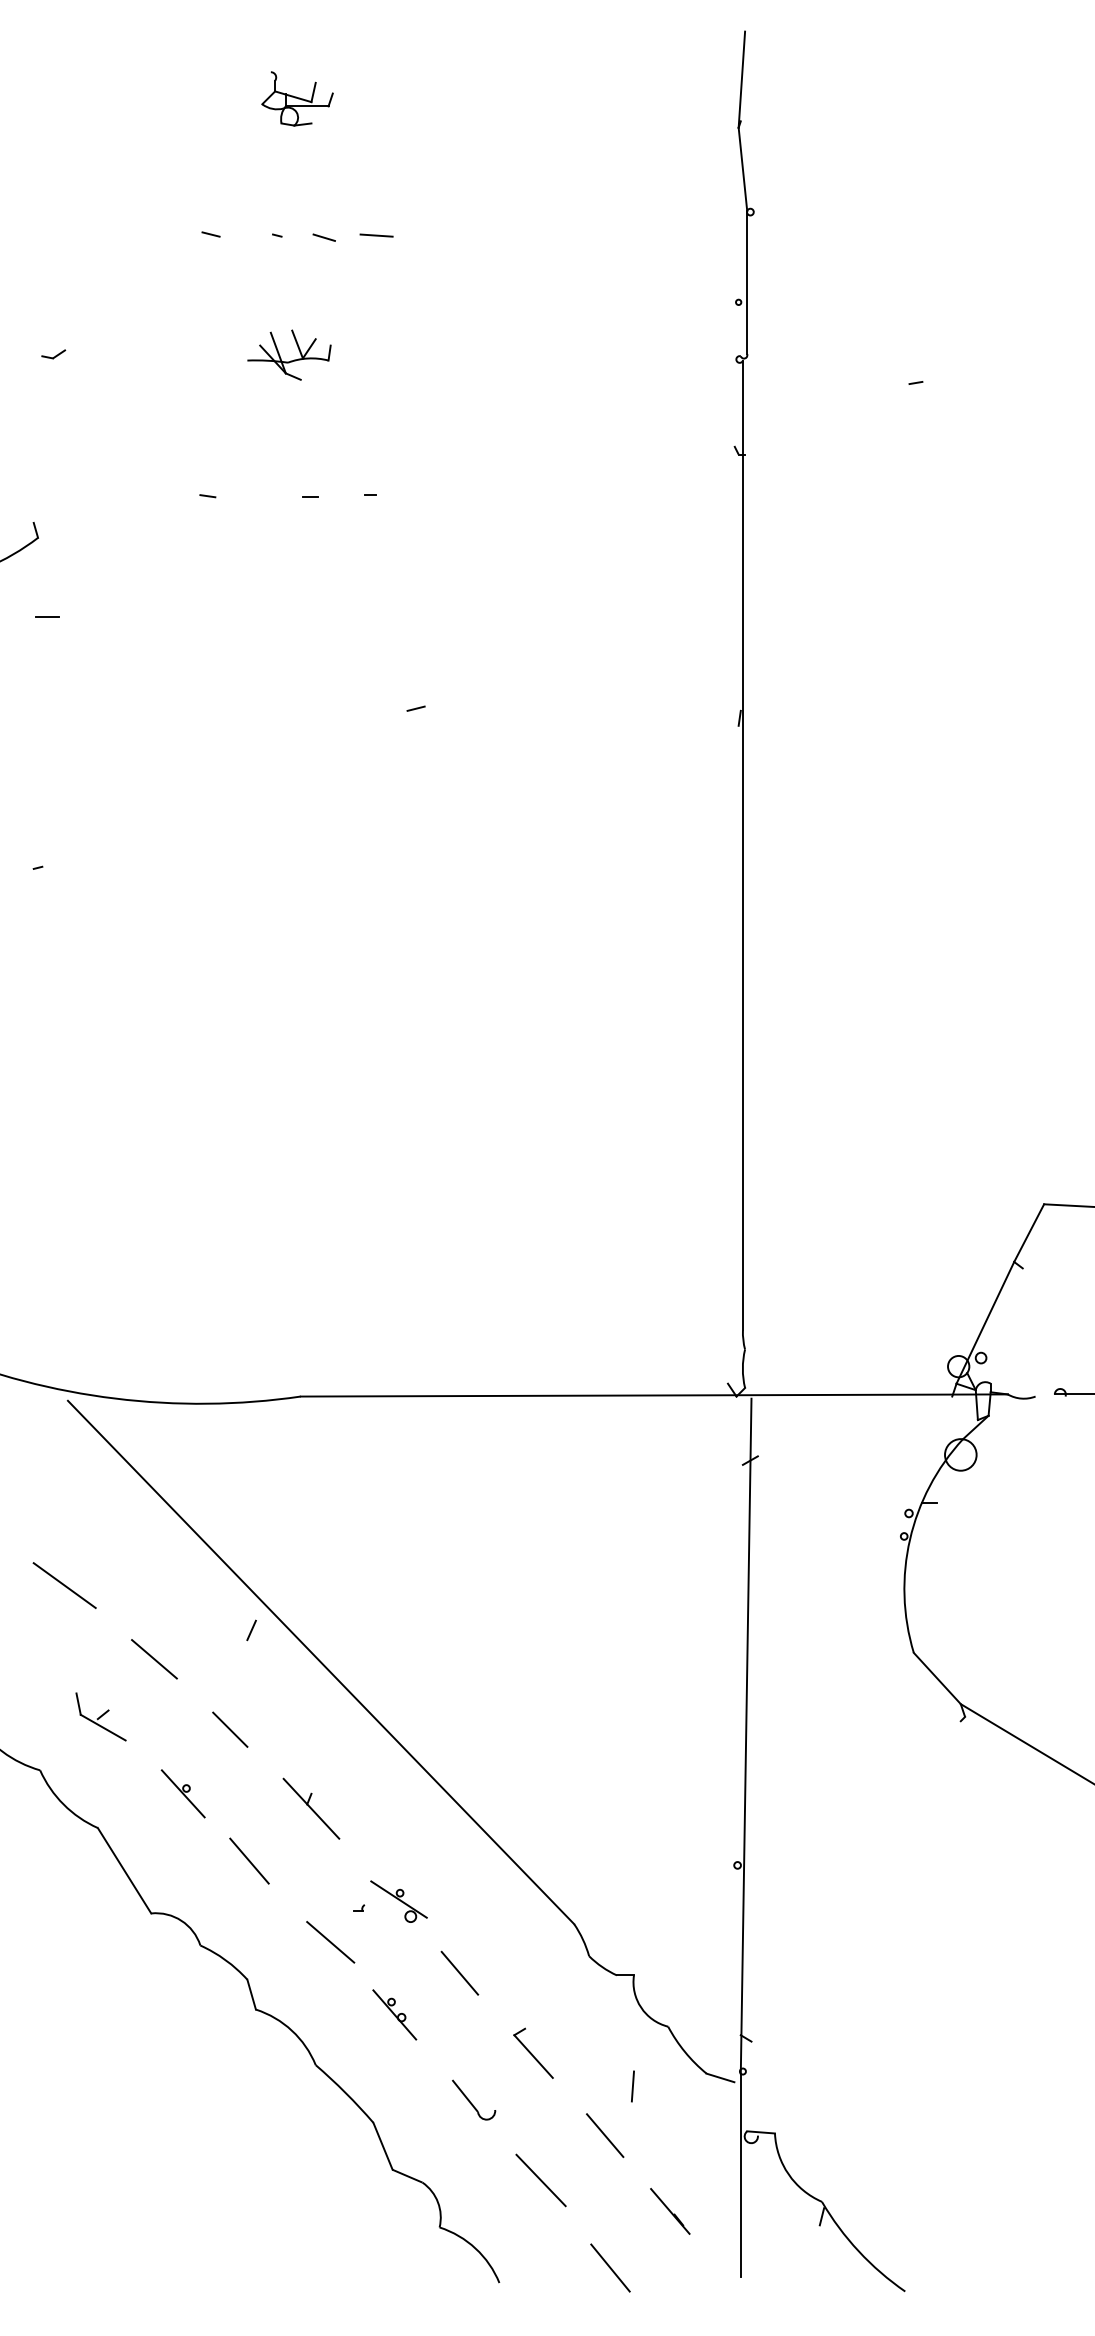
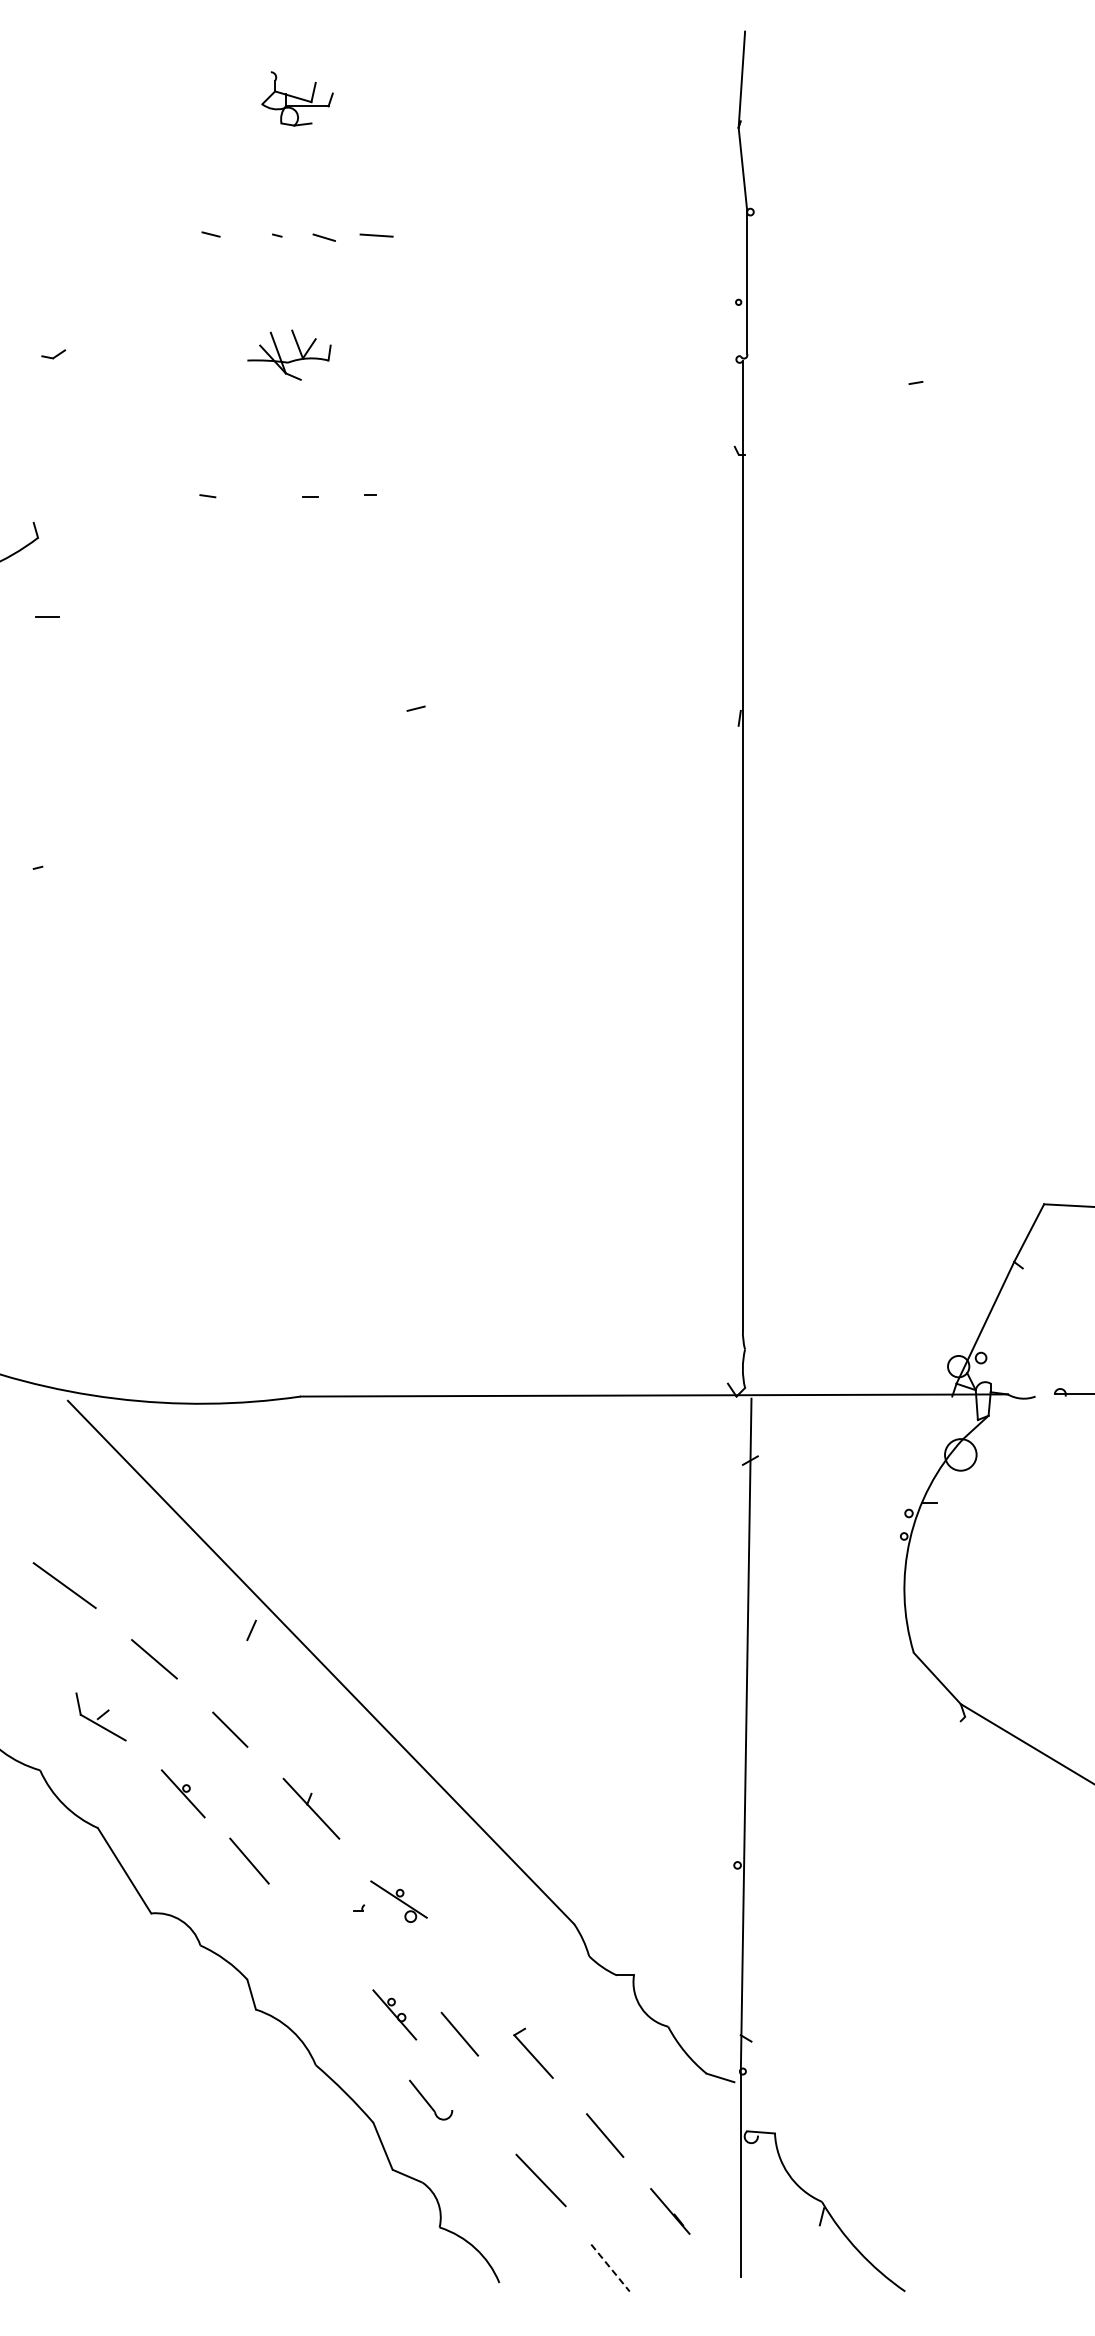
line at (330, 1942): present -> none
line at (459, 1972) position: (459, 1972) -> (459, 2033)
line at (632, 2086): present -> none
part at (474, 2099) position: (474, 2099) -> (431, 2099)
line at (610, 2268): solid -> dashed
